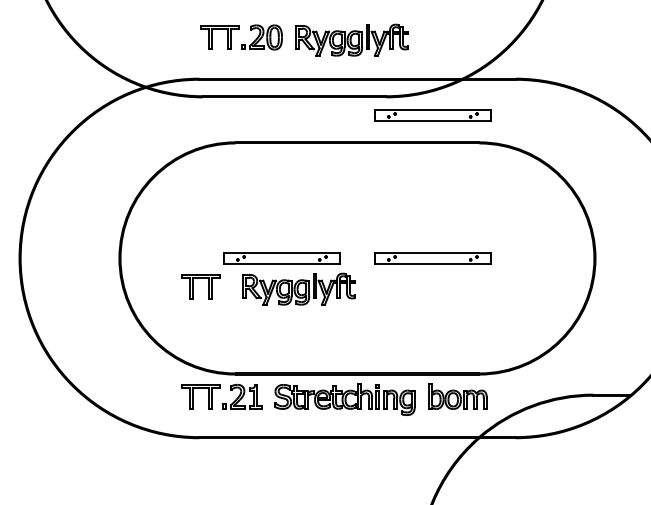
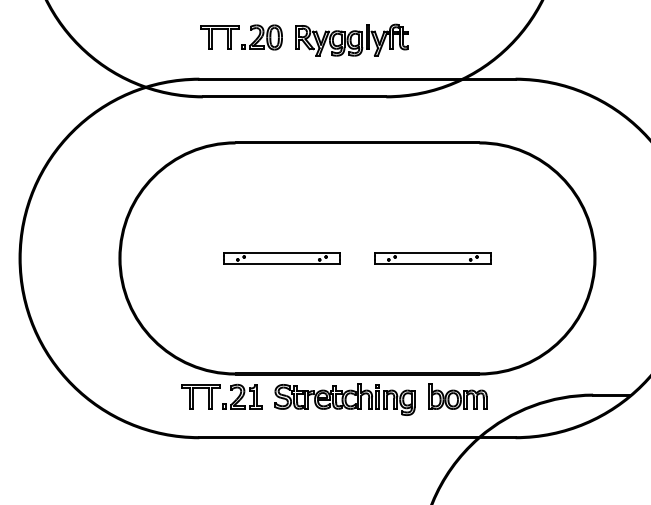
part at (432, 115): present -> none
part at (193, 286): present -> none
part at (298, 288): present -> none
